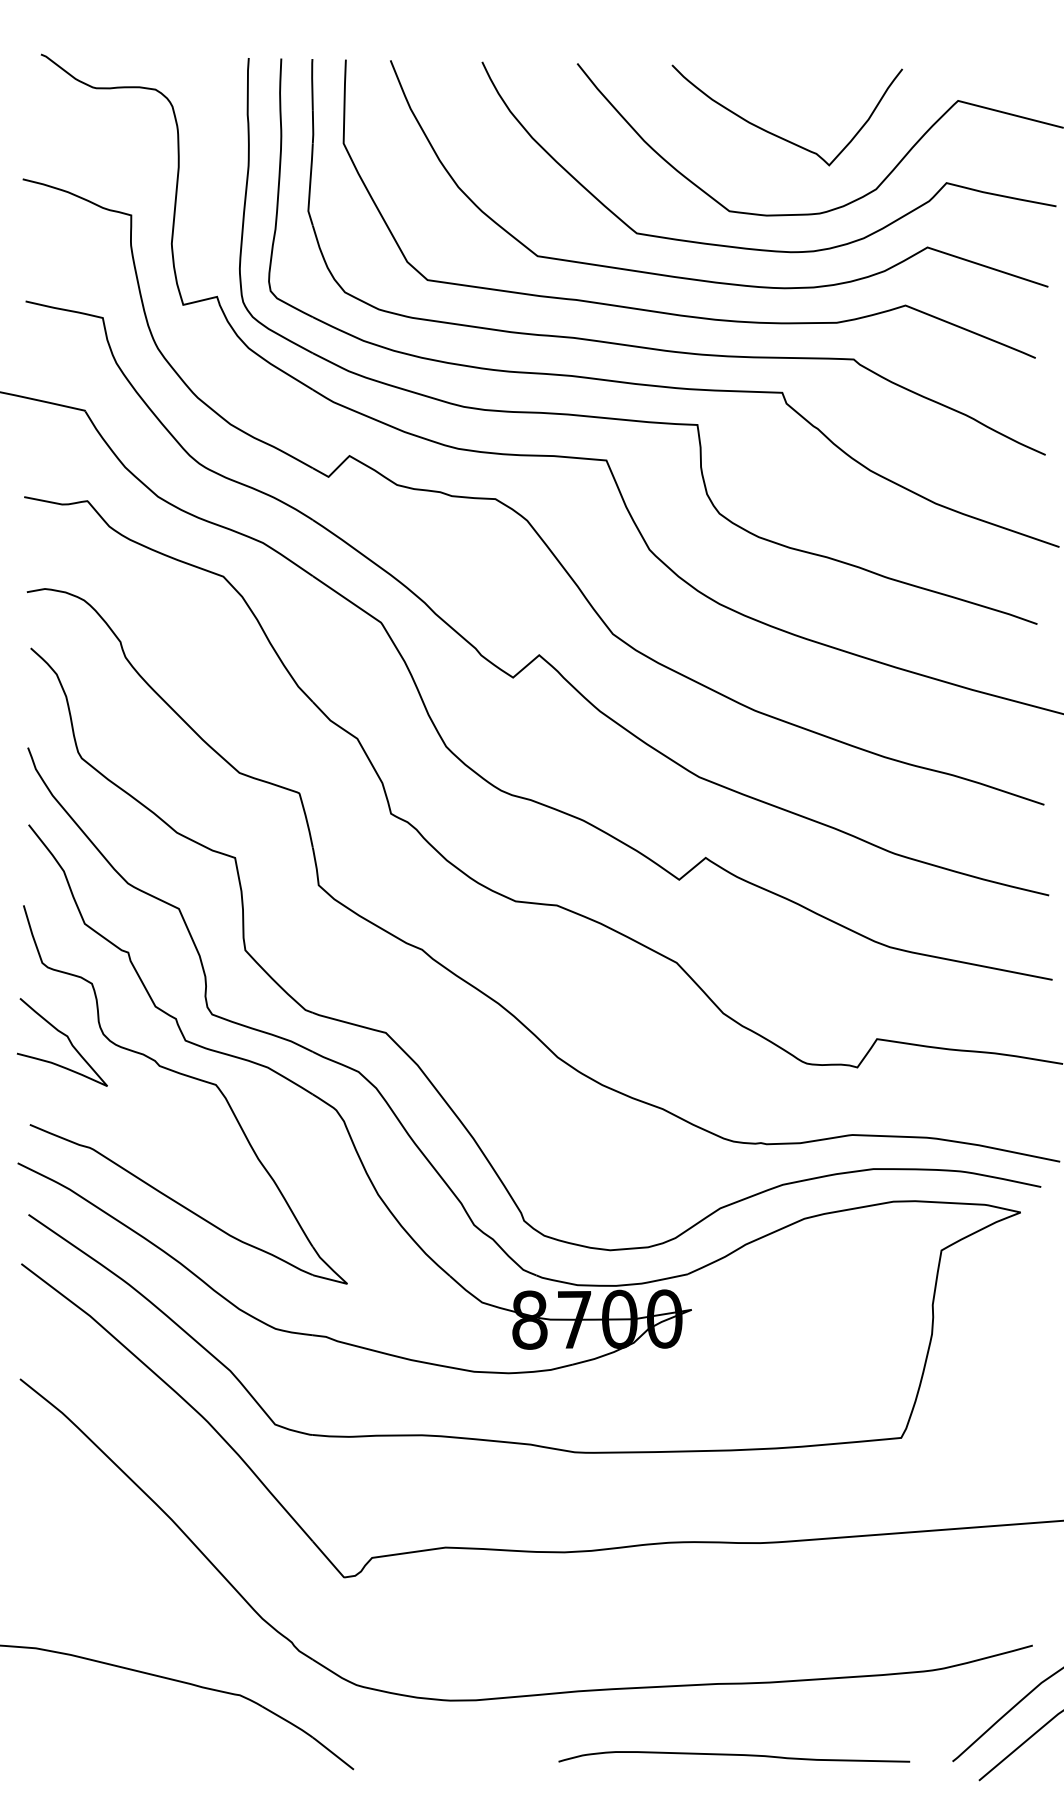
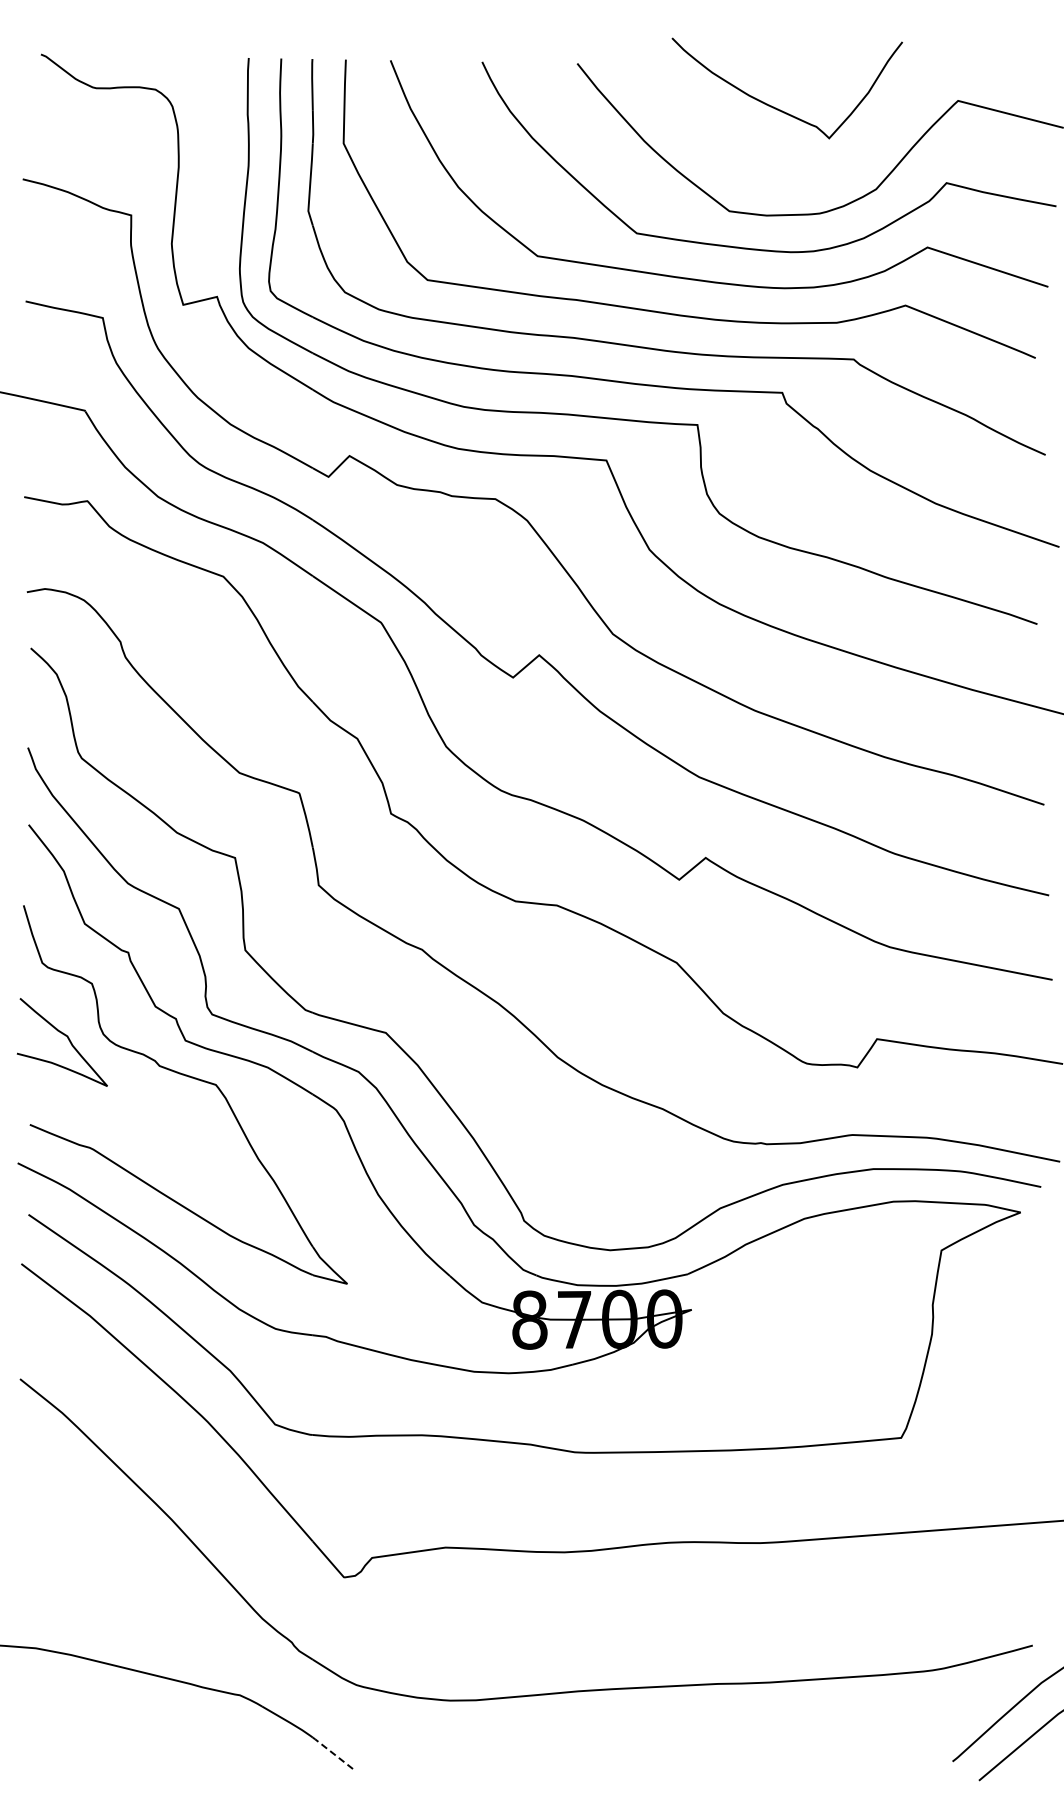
curve at (776, 134) position: (776, 134) -> (776, 107)
line at (332, 1753): solid -> dashed
curve at (734, 1755): present -> none
